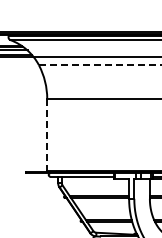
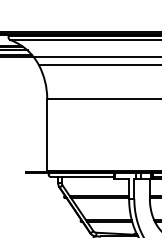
line at (100, 65): dashed -> solid
line at (47, 135): dashed -> solid
